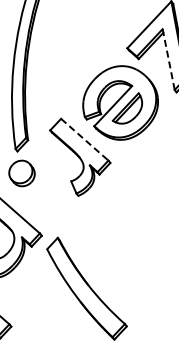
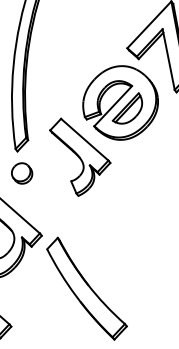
line at (168, 59): dashed -> solid
line at (84, 139): dashed -> solid
part at (21, 173) size: 28x29 px -> 23x23 px
